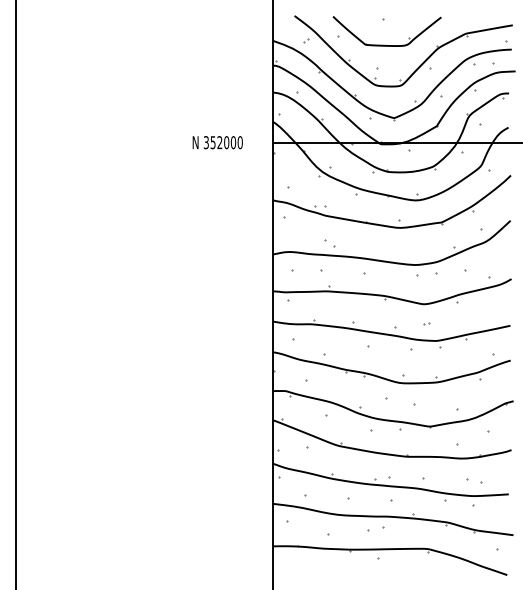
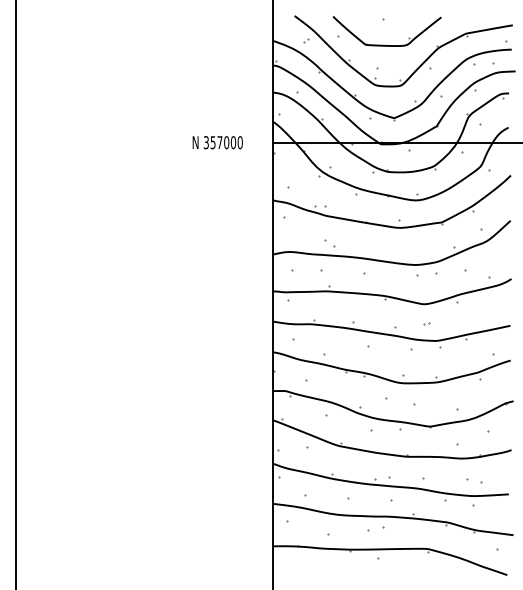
text at (219, 142): 352000 -> 357000
